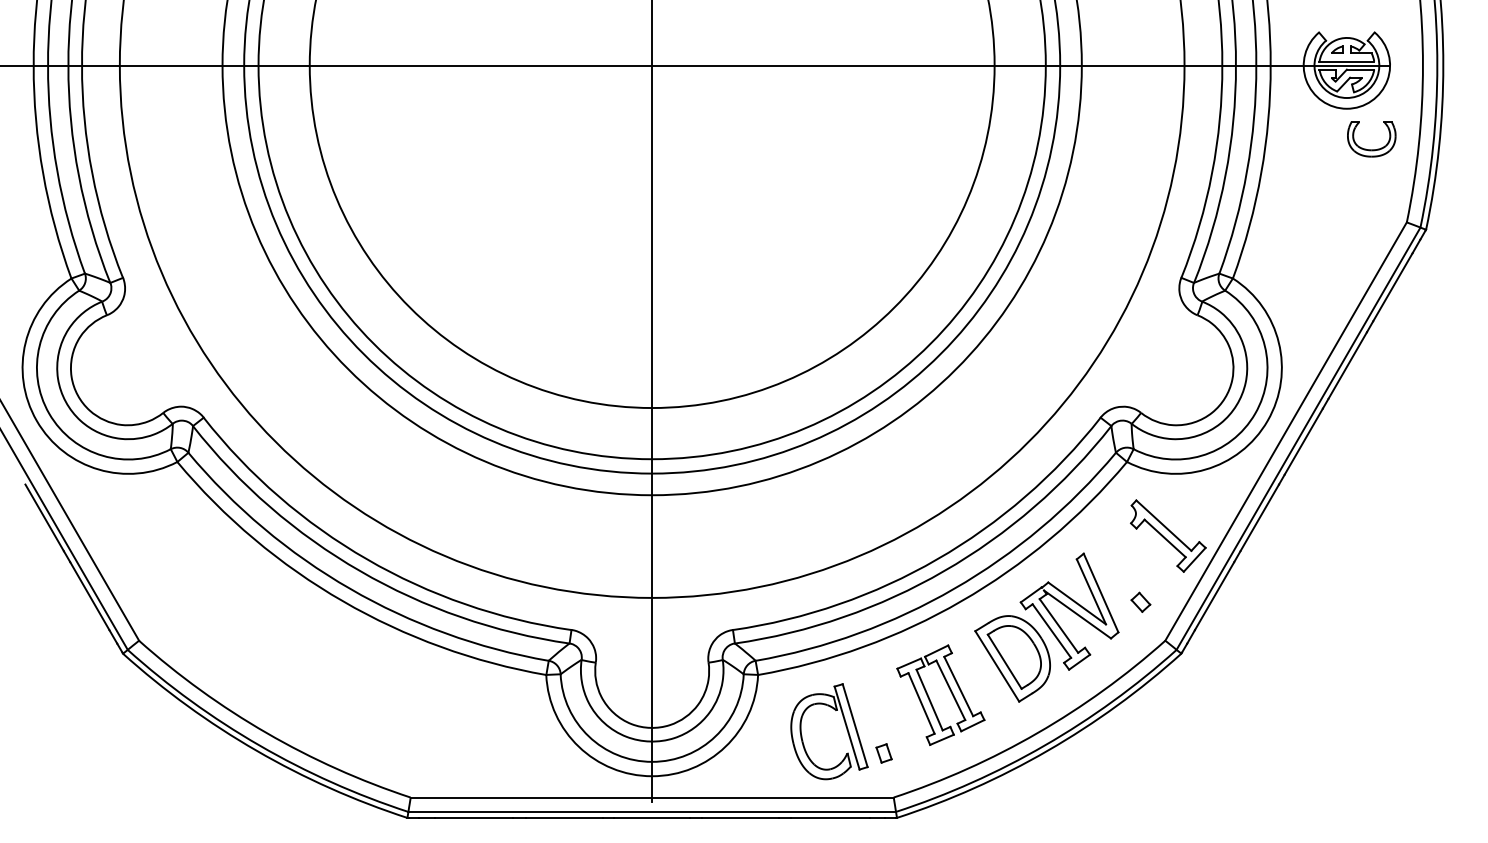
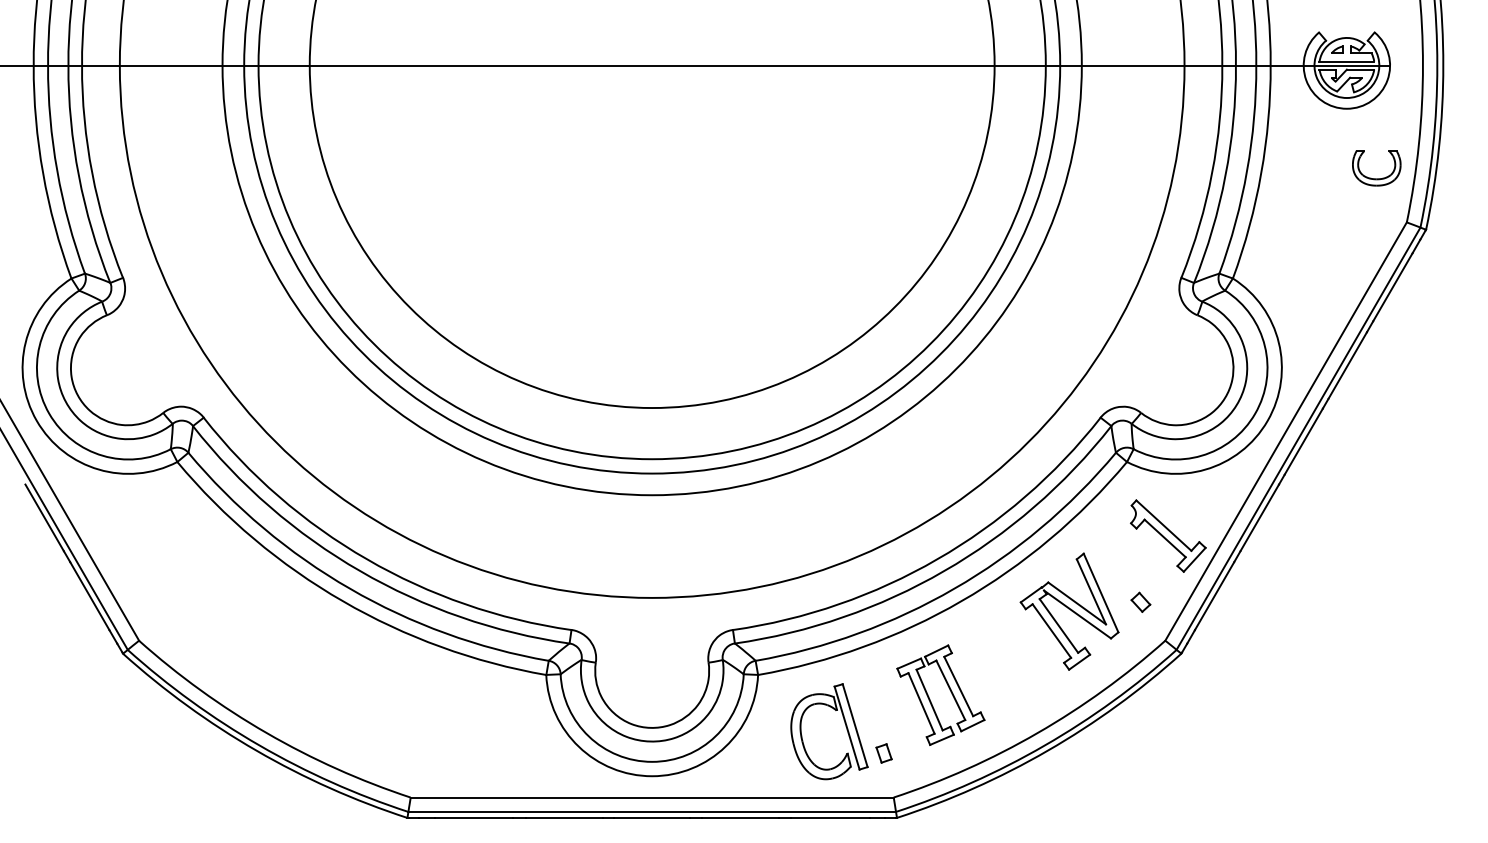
part at (1371, 149) position: (1371, 149) -> (1376, 178)
line at (652, 402): present -> none
part at (1012, 658): present -> none
